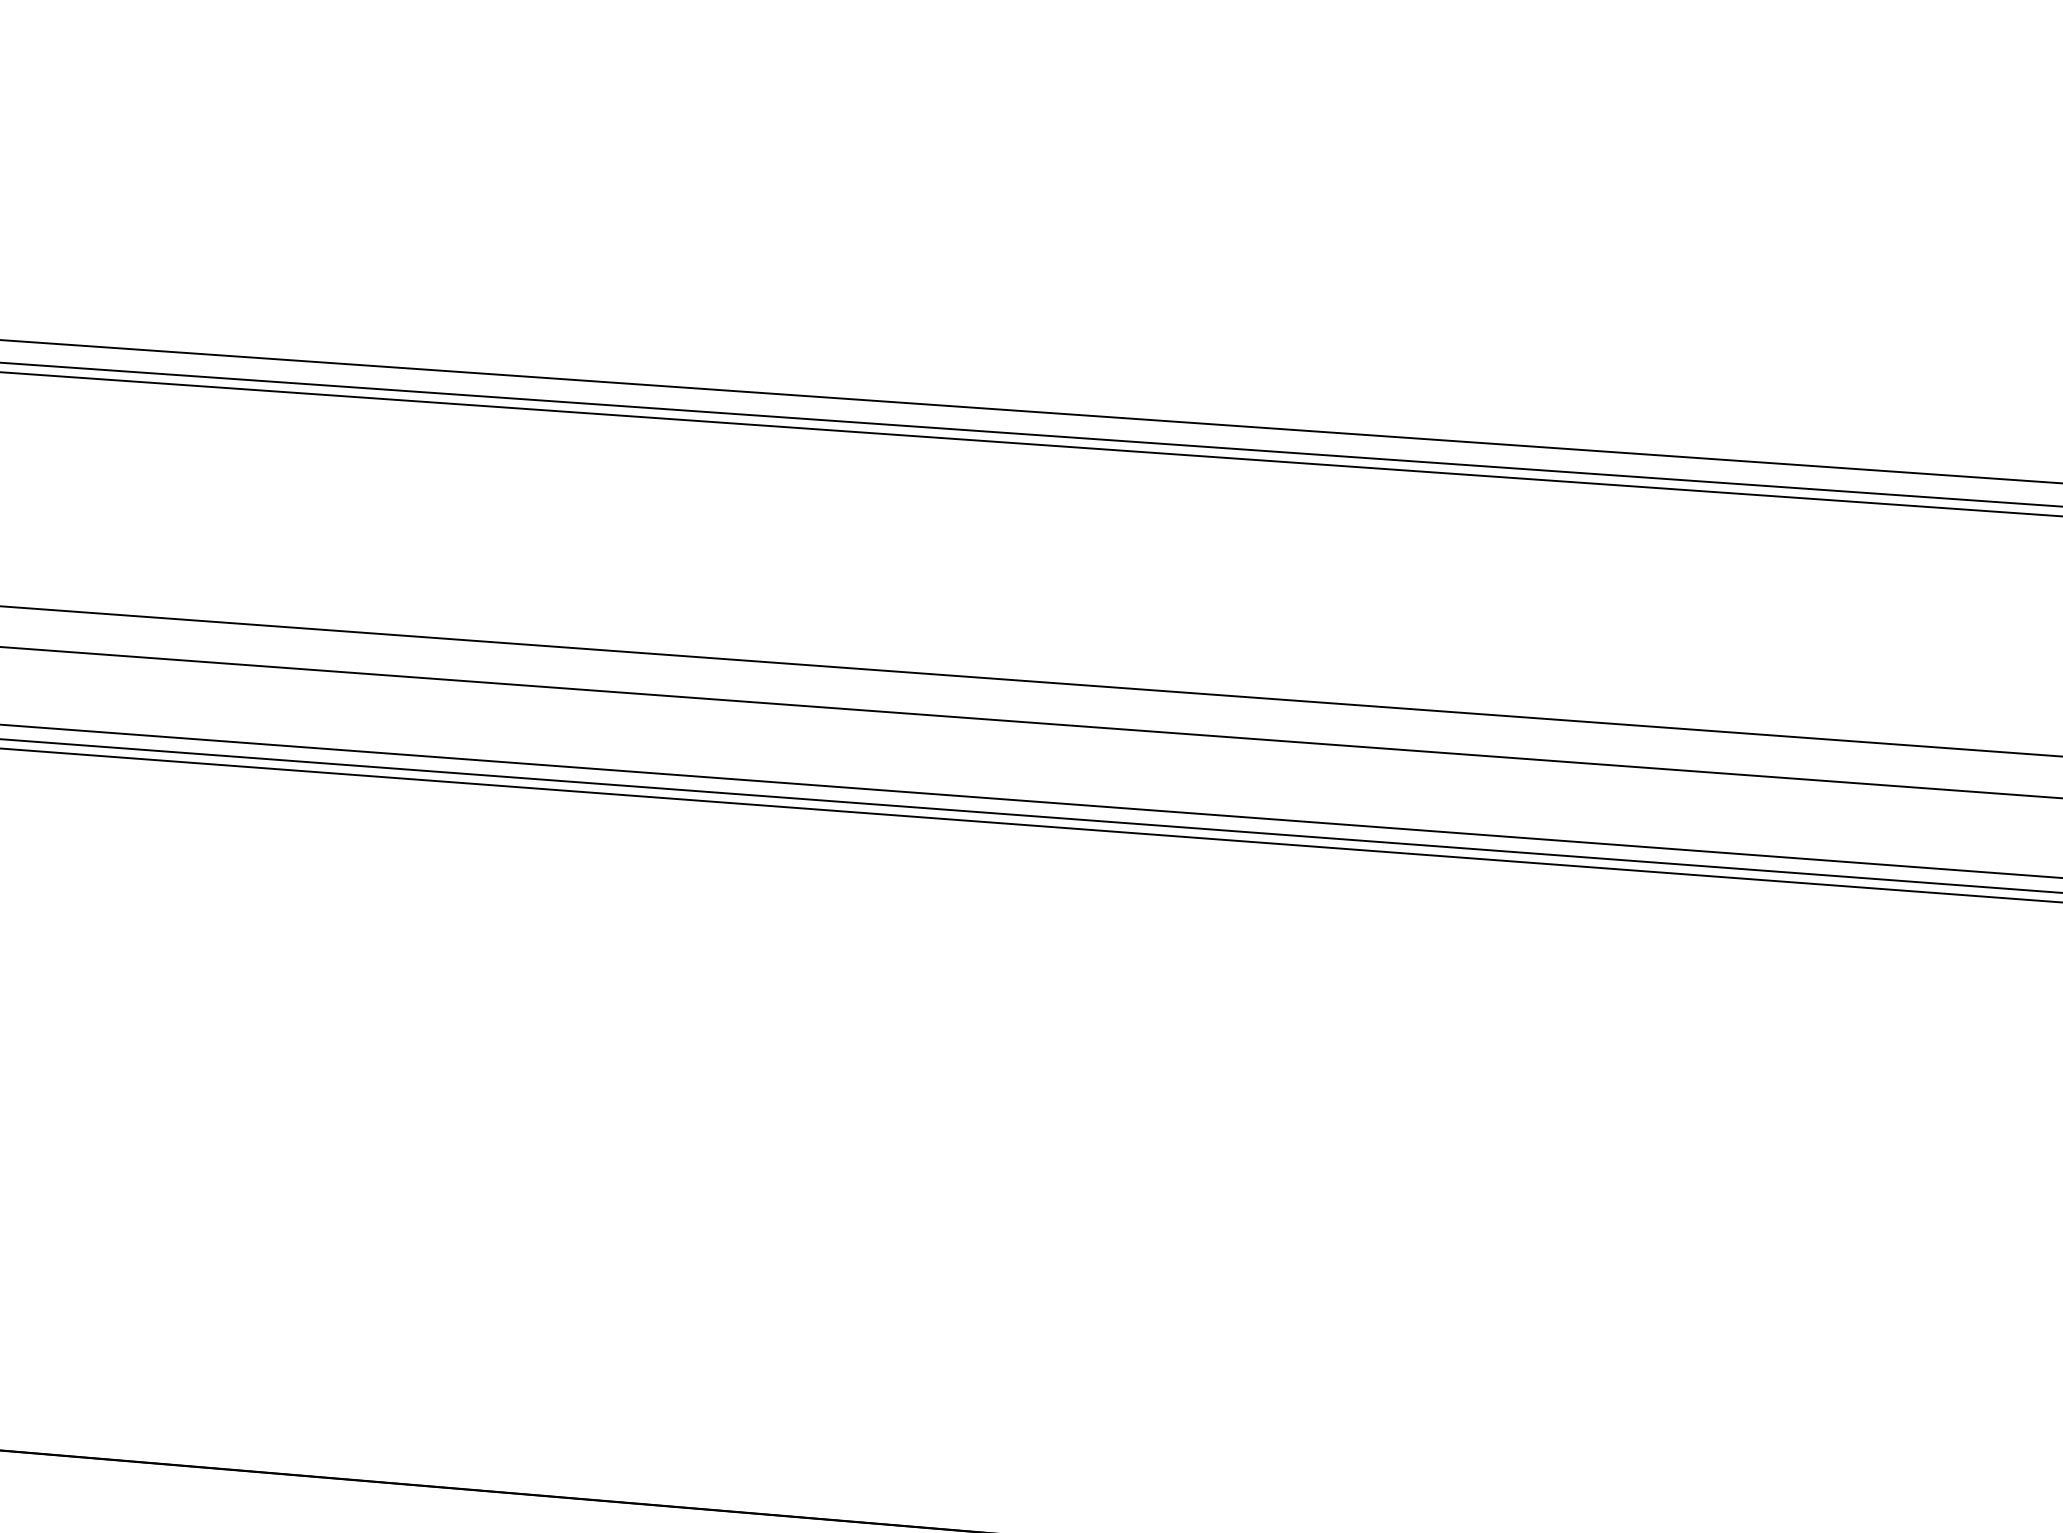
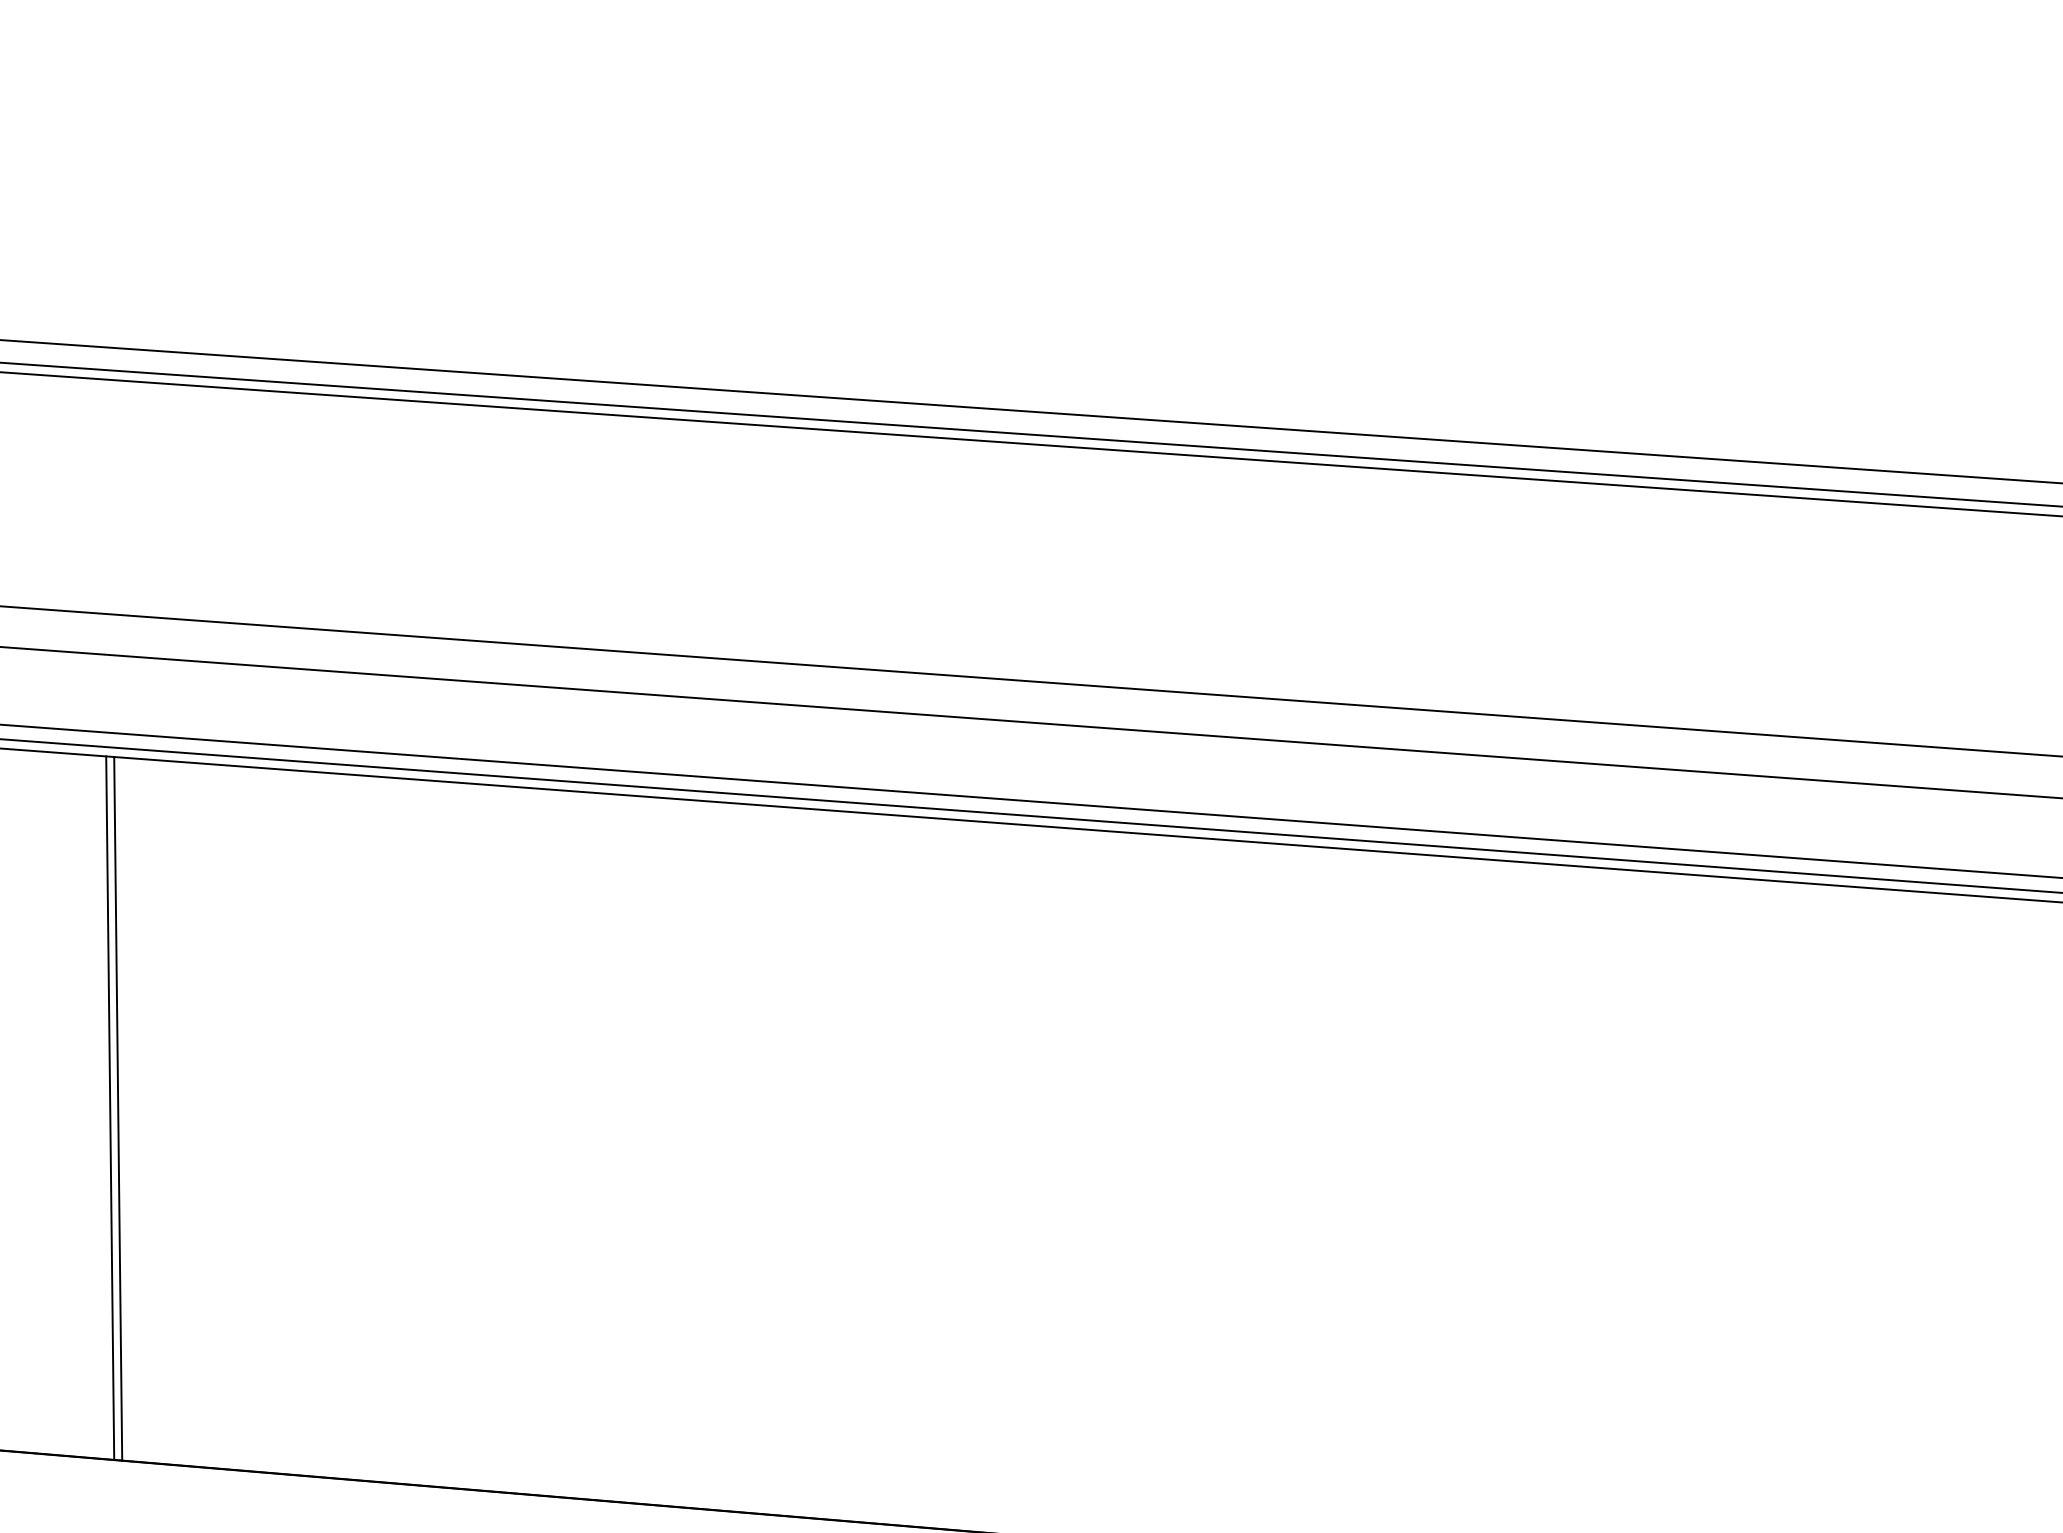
line at (110, 1107): none -> present
line at (118, 1108): none -> present
